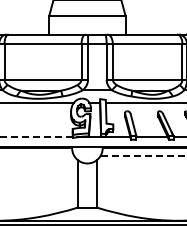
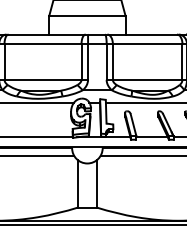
line at (35, 137): dashed -> solid
line at (38, 155): none -> present
line at (143, 155): dashed -> solid
